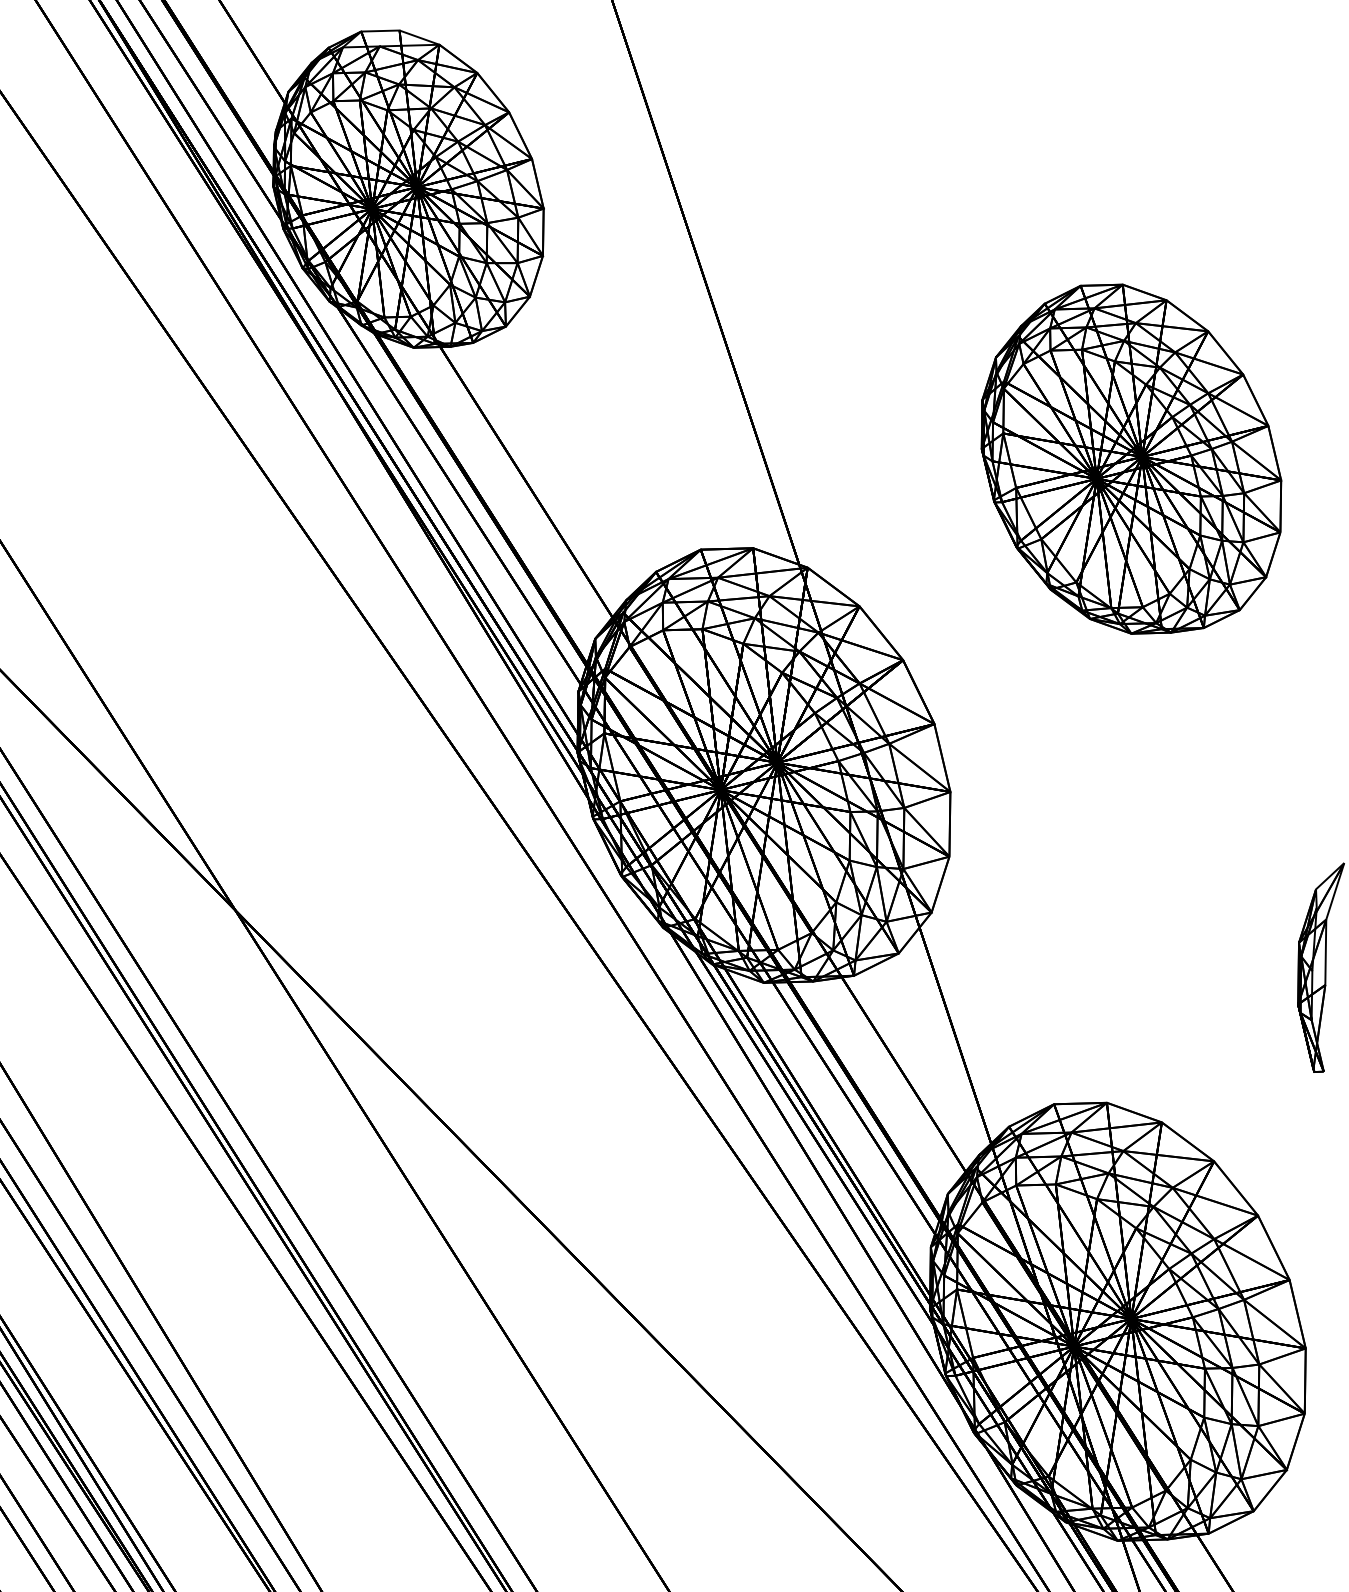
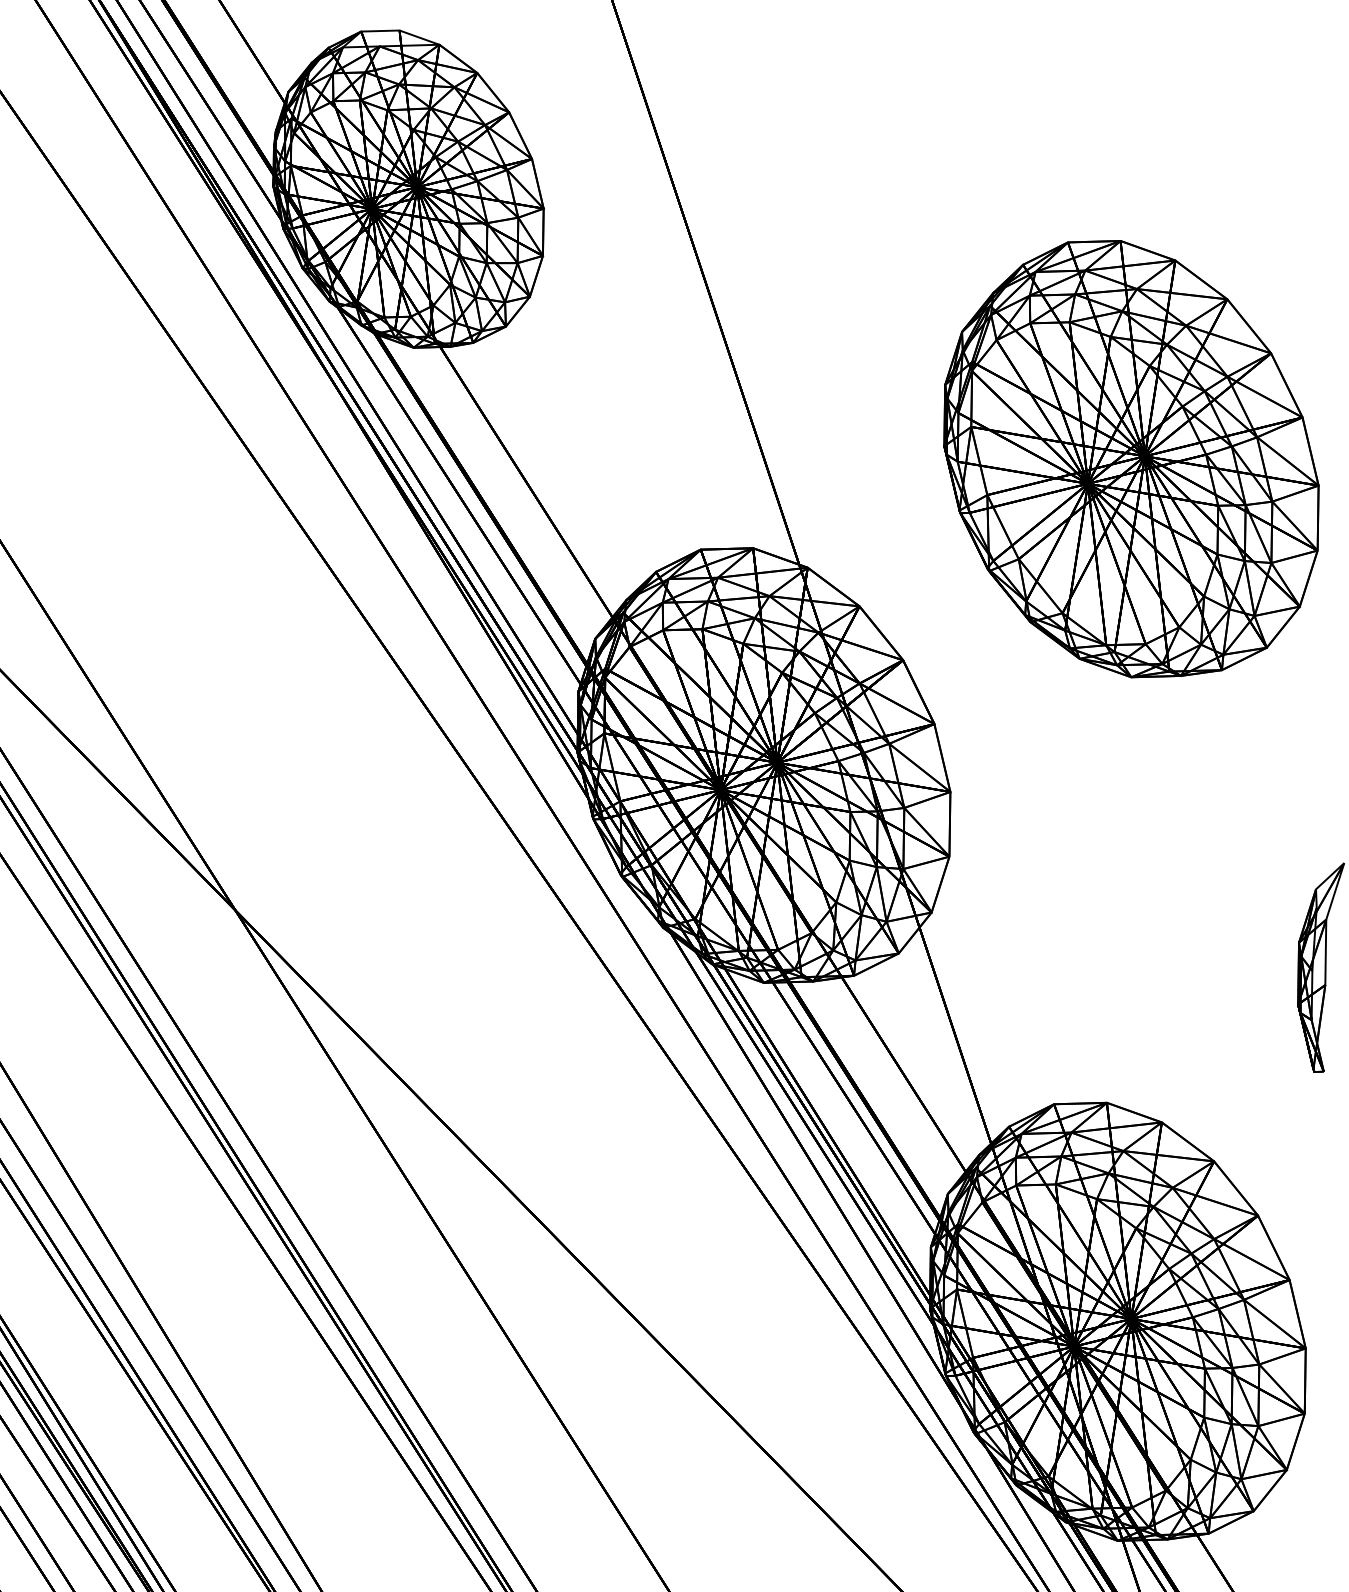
part at (1131, 458) size: 303x352 px -> 377x439 px
